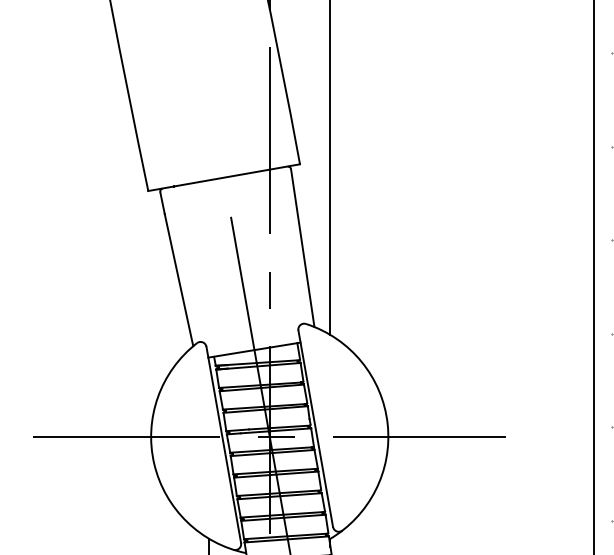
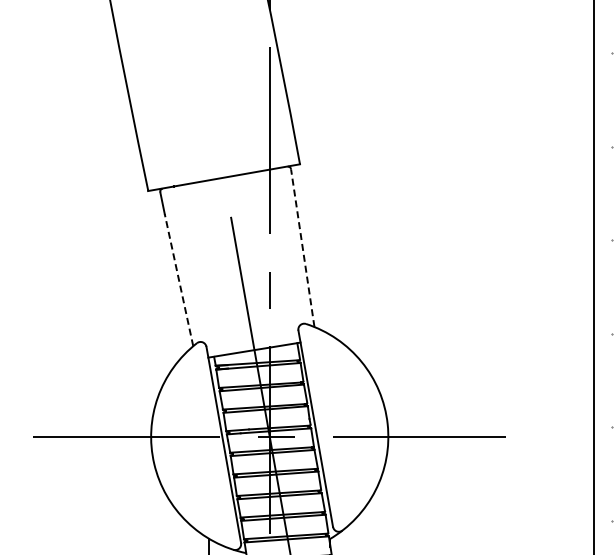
line at (330, 168): present -> none
line at (302, 248): solid -> dashed
line at (179, 280): solid -> dashed
